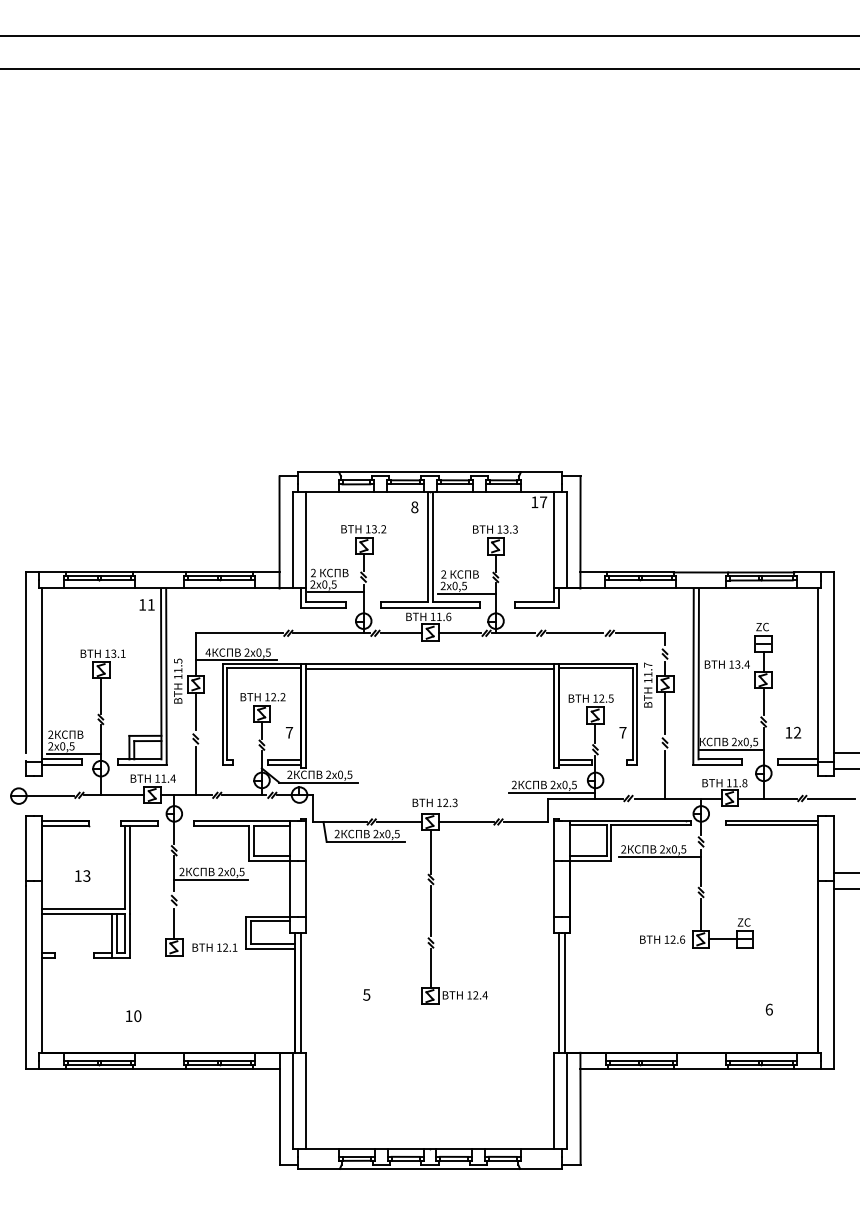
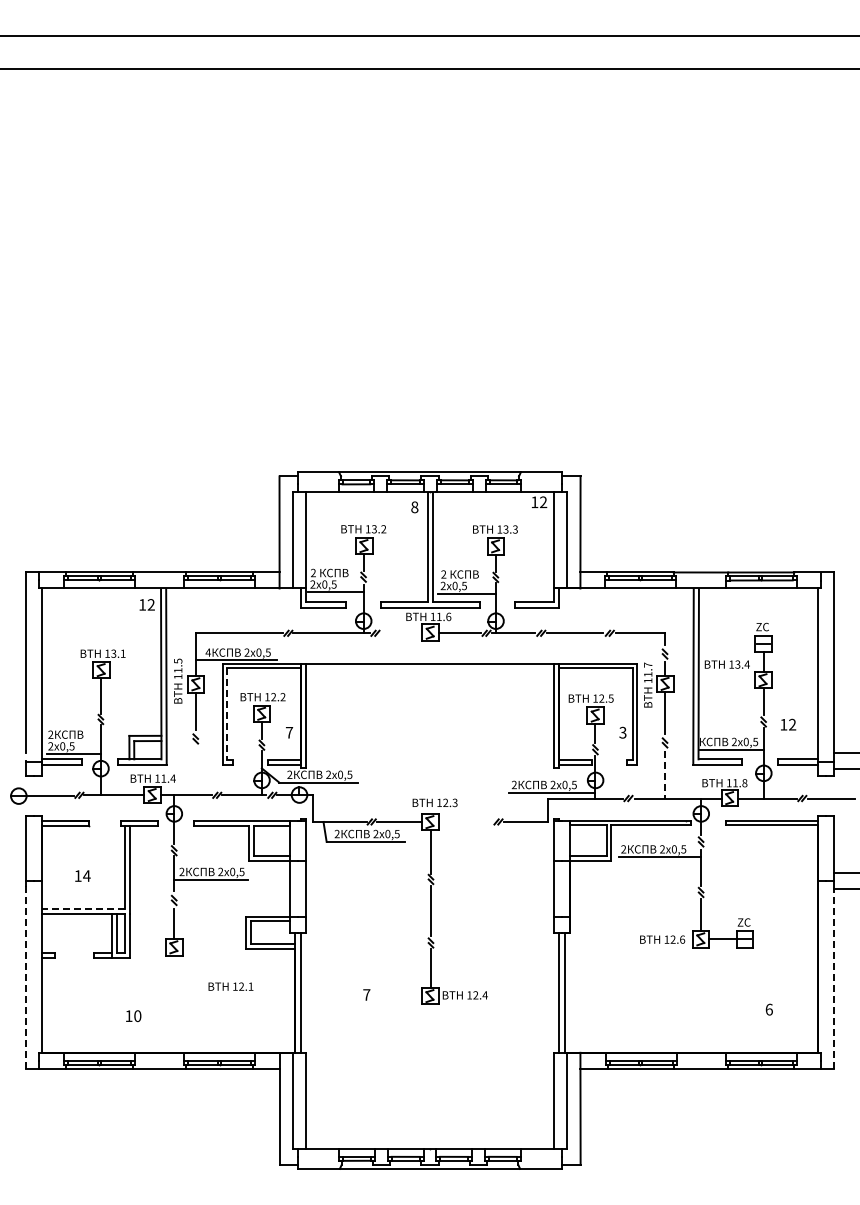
text at (543, 502): 17 -> 12
text at (150, 604): 11 -> 12
line at (401, 633): present -> none
line at (429, 668): present -> none
line at (227, 714): solid -> dashed
text at (622, 732): 7 -> 3
text at (793, 732) position: (793, 732) -> (788, 724)
line at (195, 771): present -> none
line at (665, 774): solid -> dashed
line at (465, 821): present -> none
text at (86, 875): 13 -> 14
line at (83, 908): solid -> dashed
text at (214, 947) position: (214, 947) -> (230, 986)
line at (25, 977): solid -> dashed
line at (834, 978): solid -> dashed
text at (366, 994): 5 -> 7
